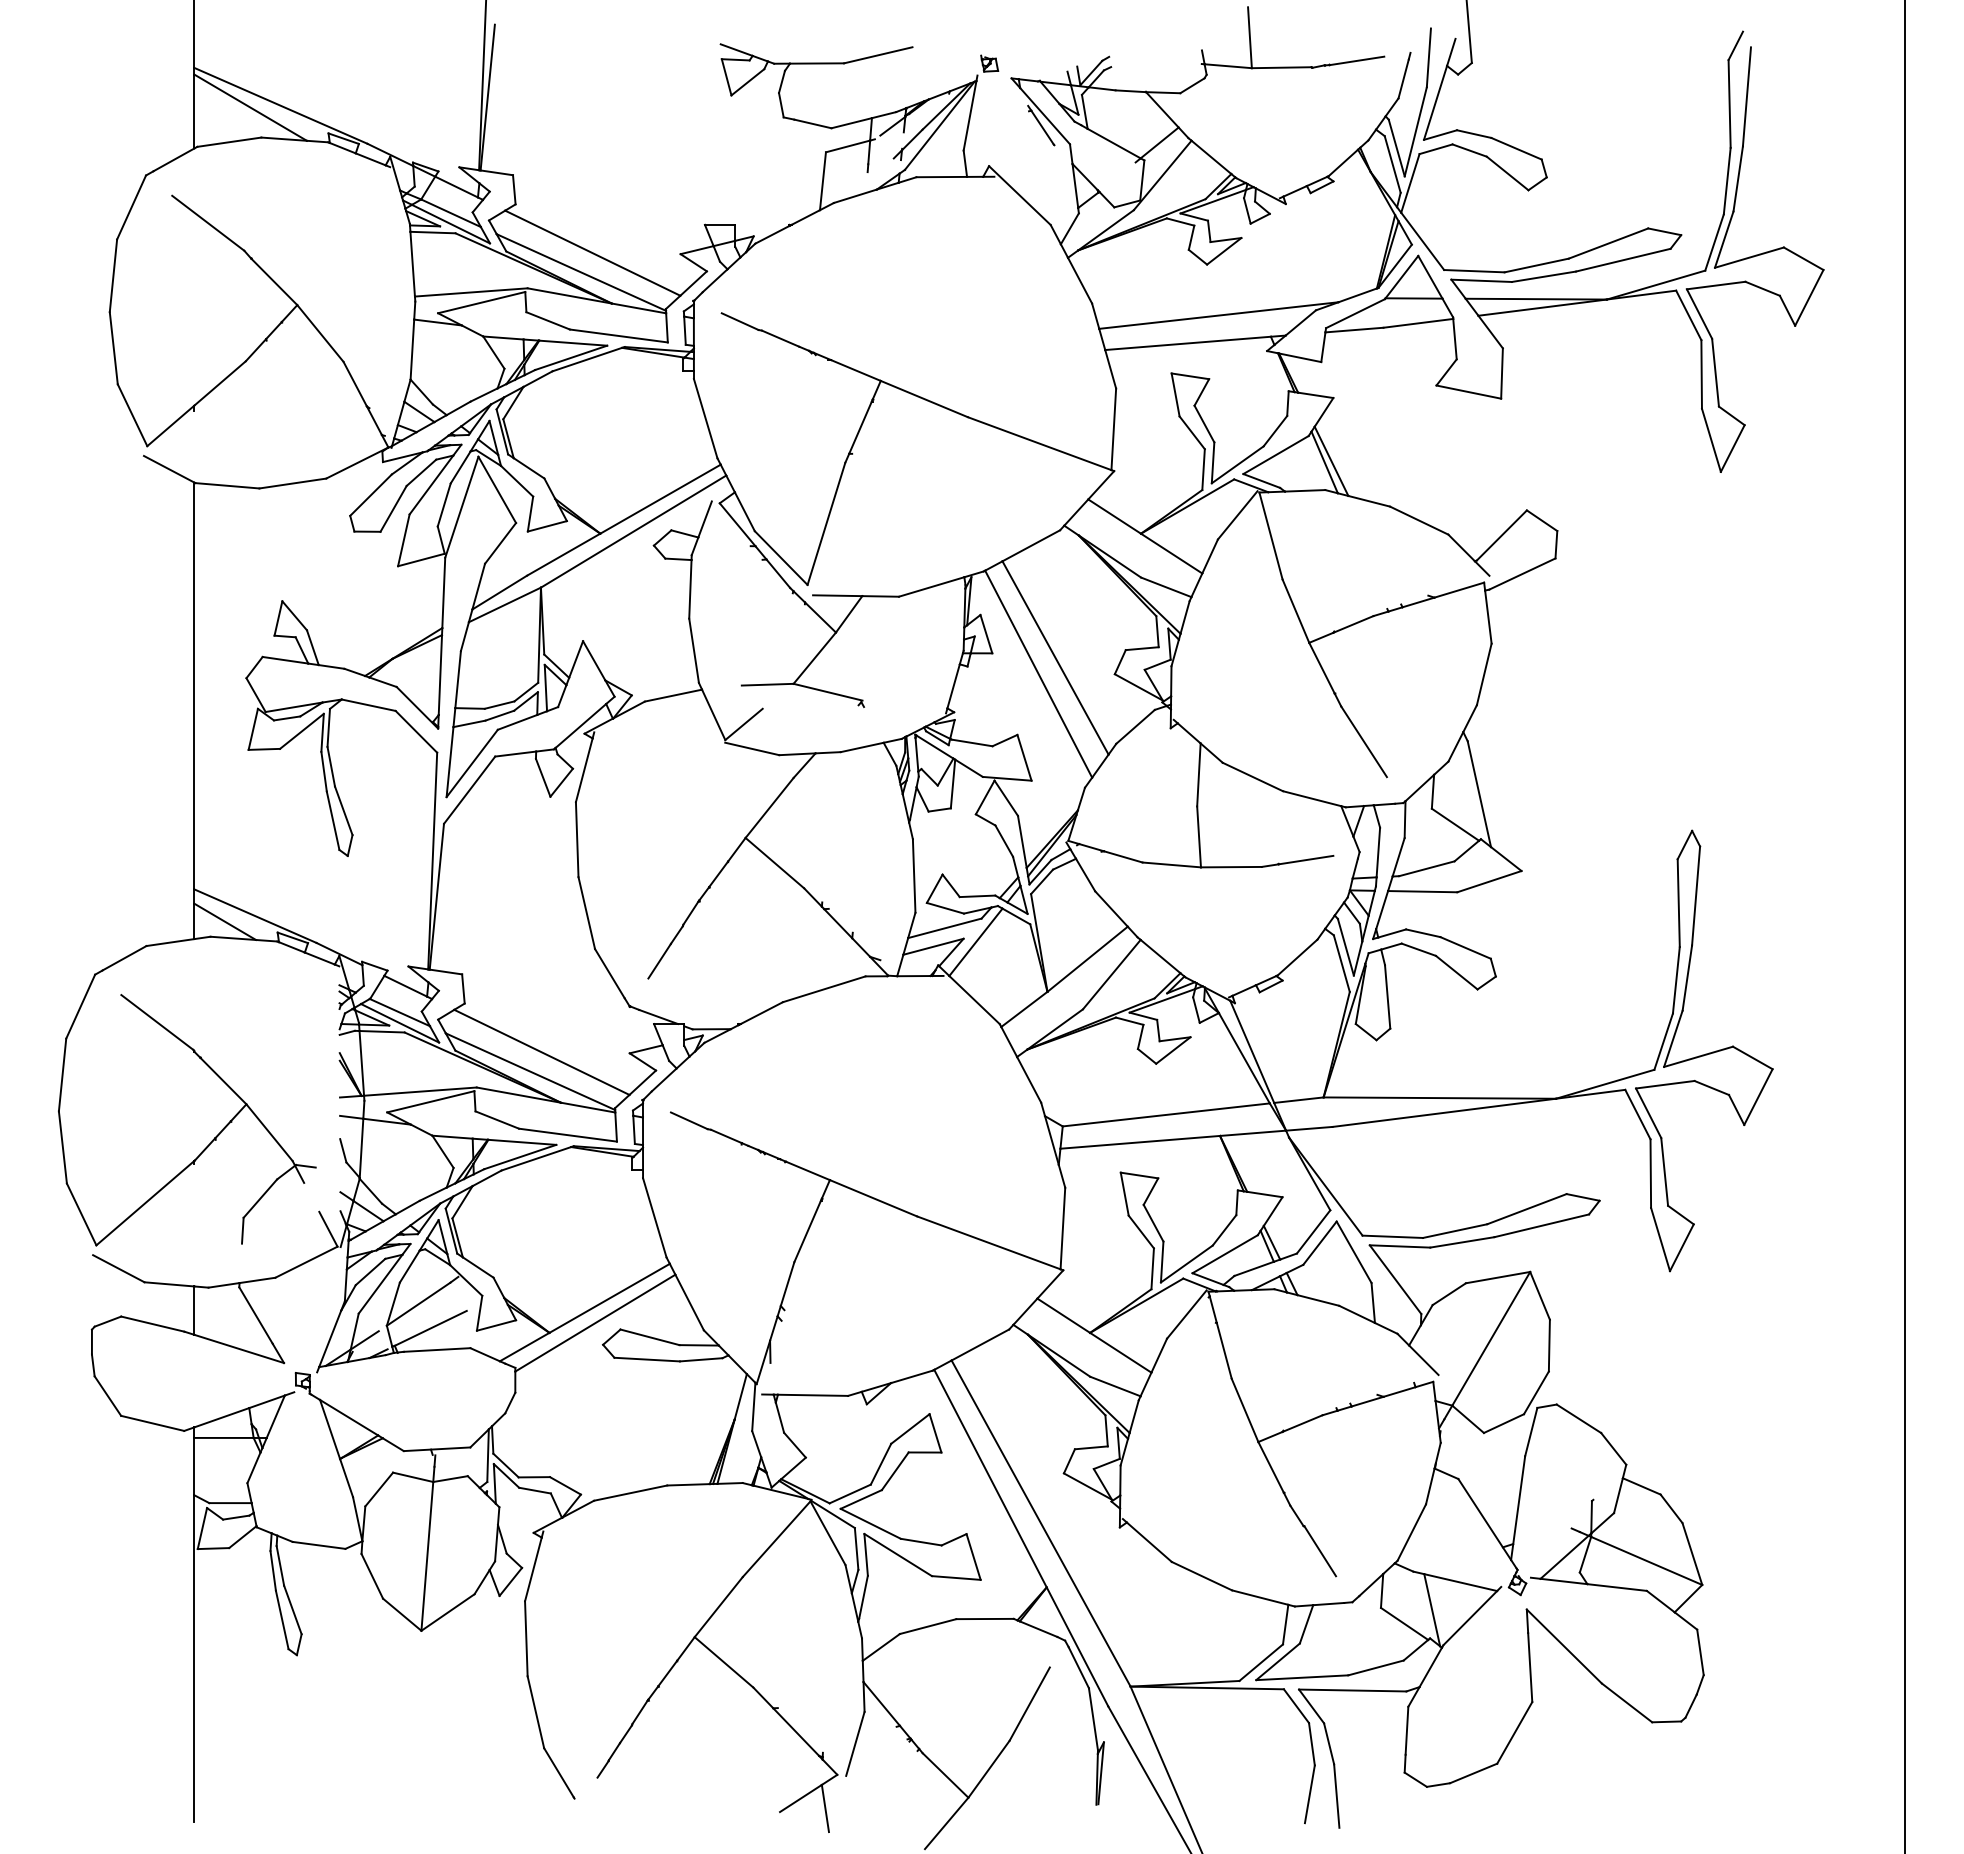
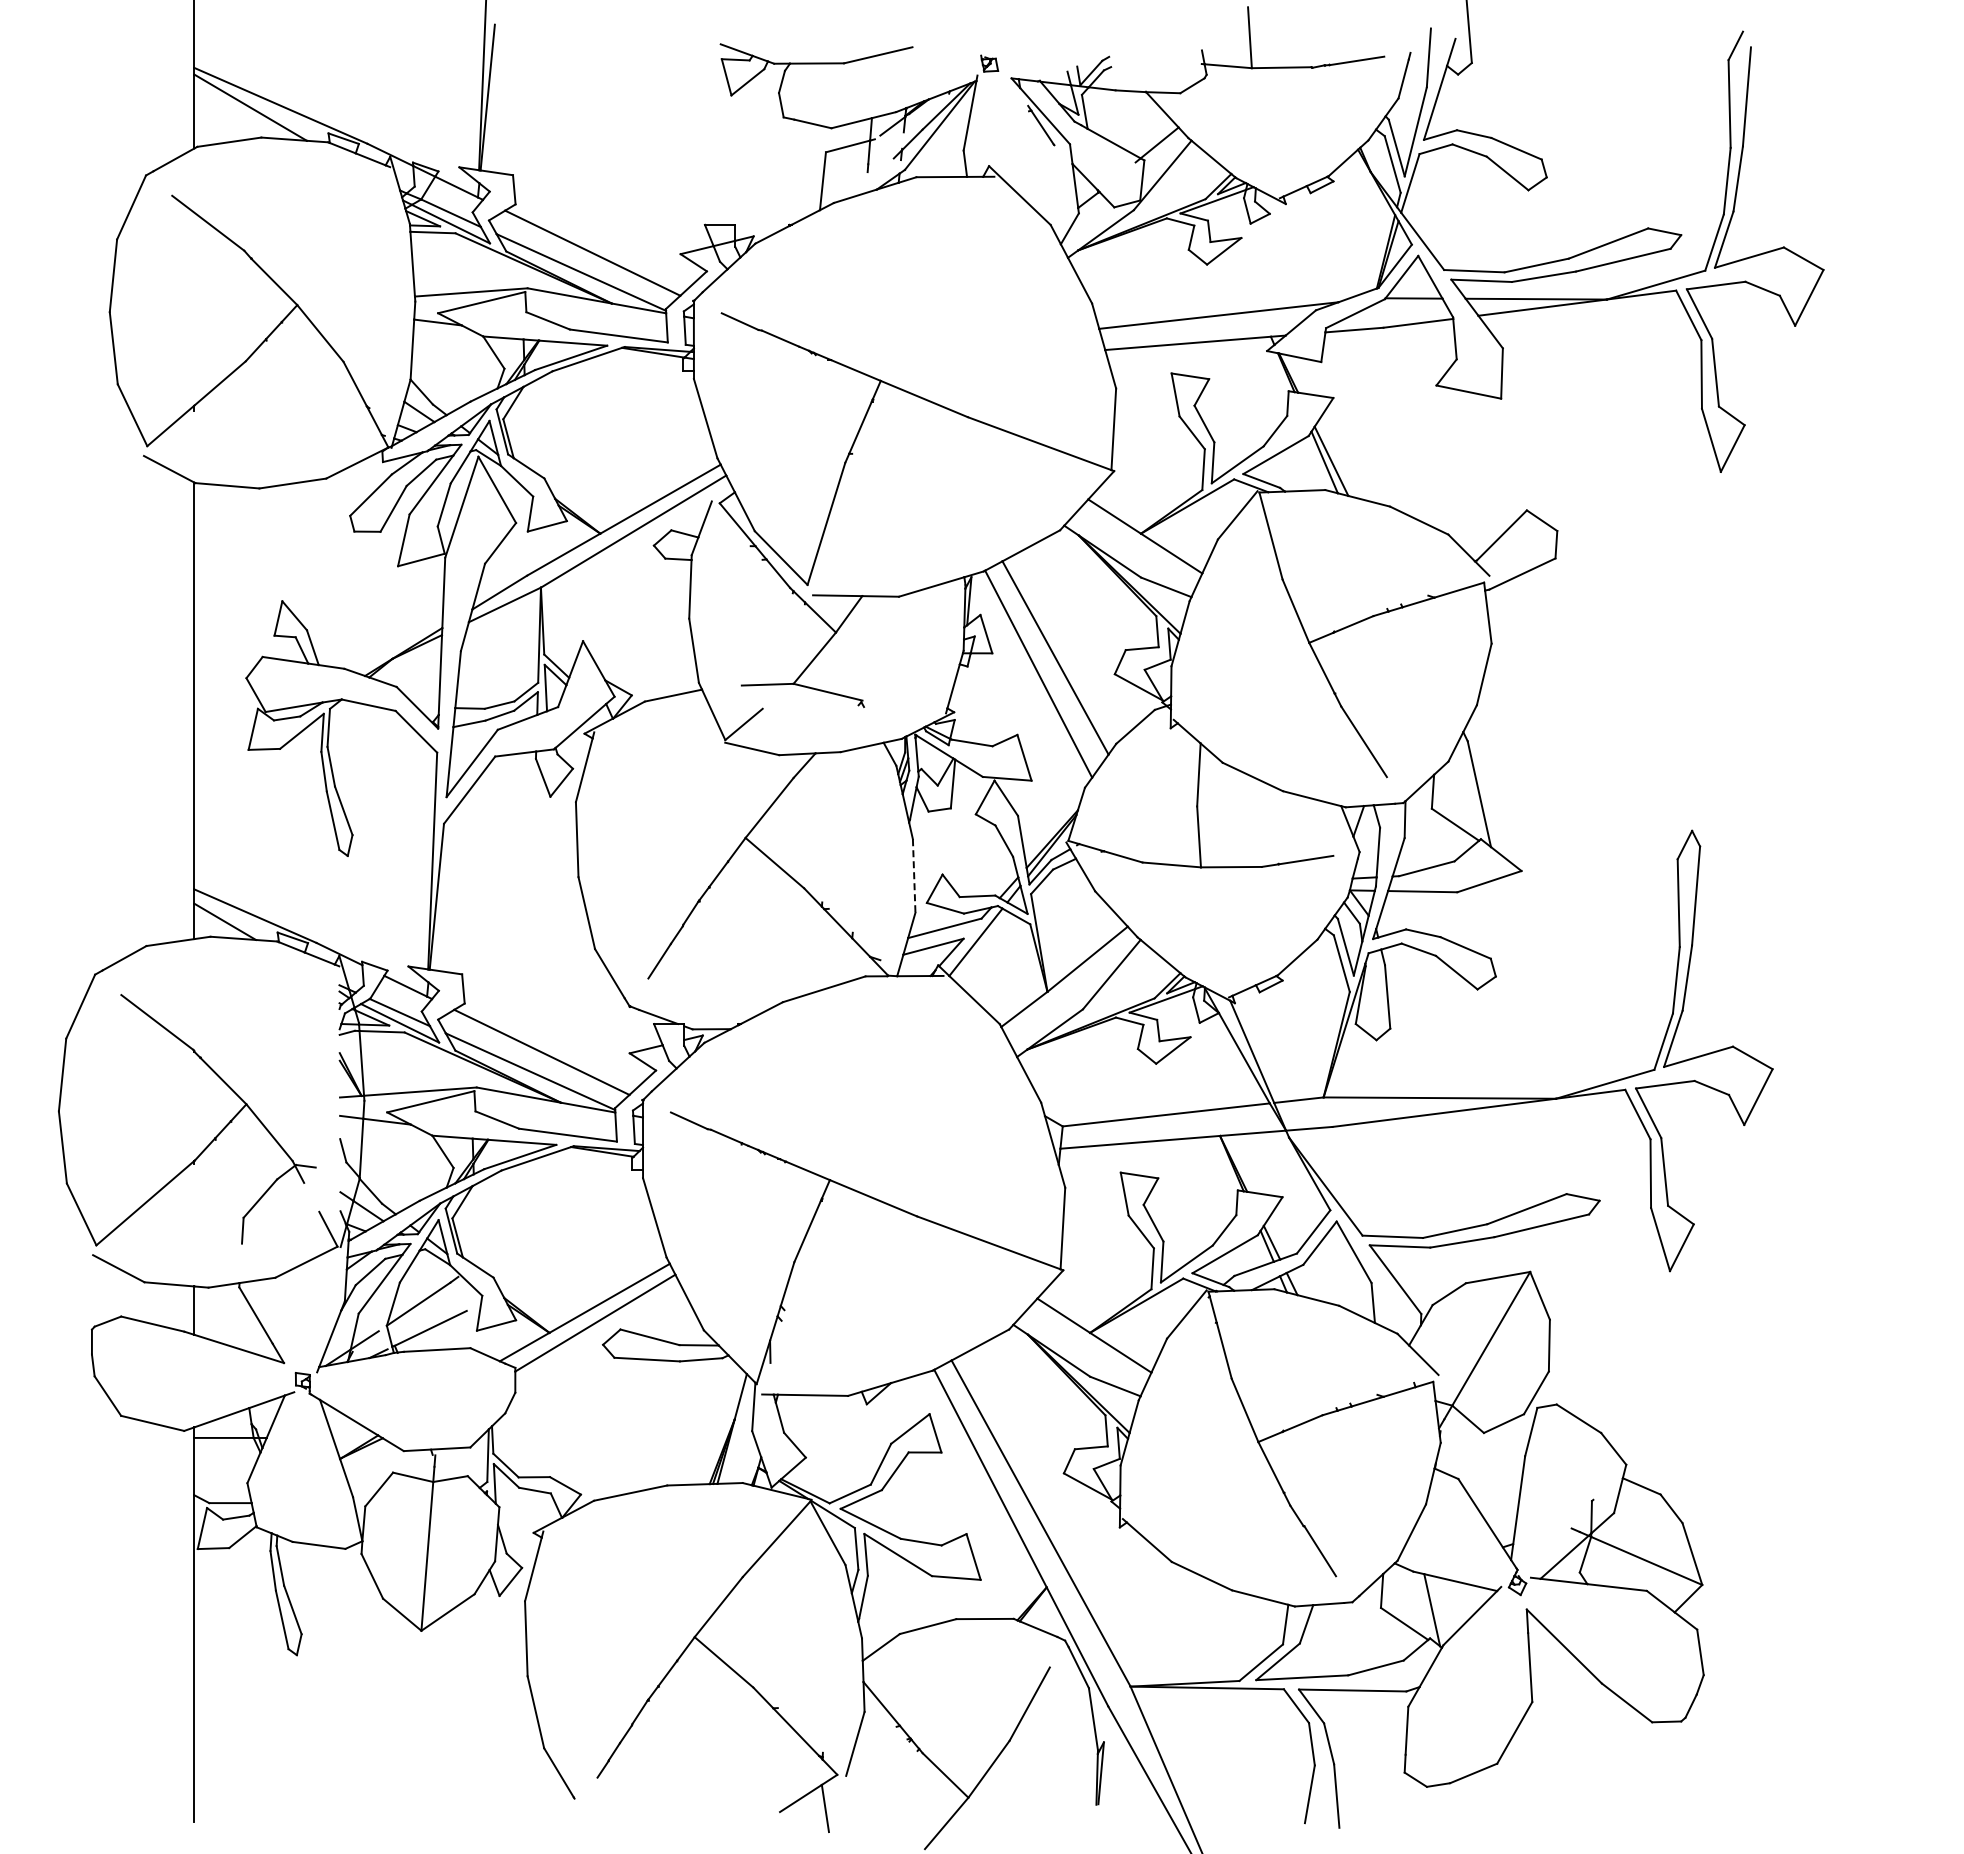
line at (914, 875): solid -> dashed
line at (1905, 926): present -> none
